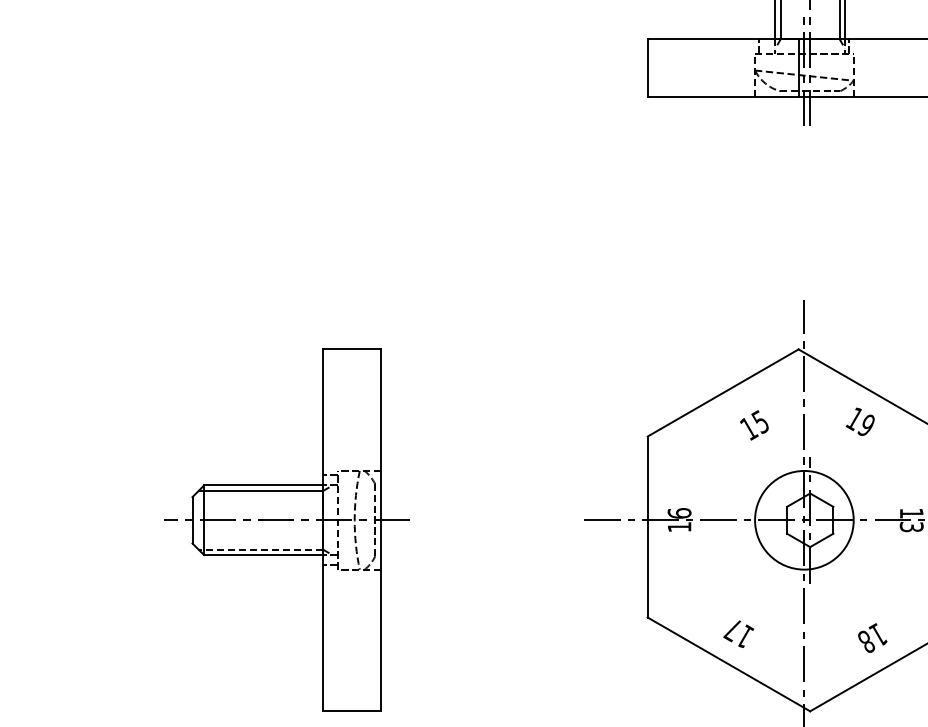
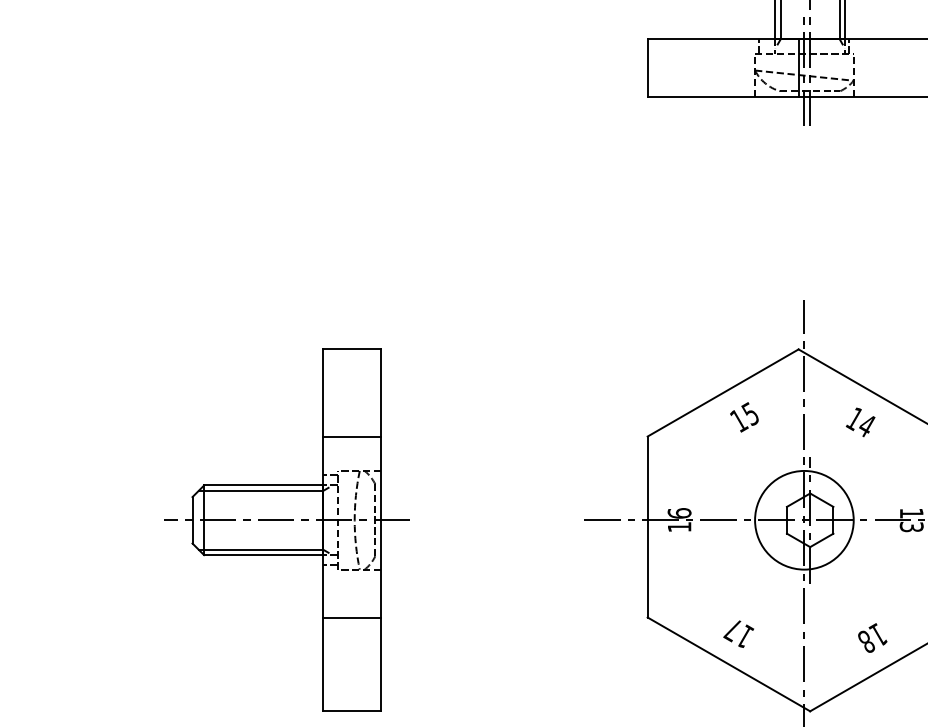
text at (754, 425) position: (754, 425) -> (744, 417)
text at (866, 425): 19 -> 14
line at (352, 436): none -> present
line at (260, 549): dashed -> solid
line at (352, 617): none -> present
